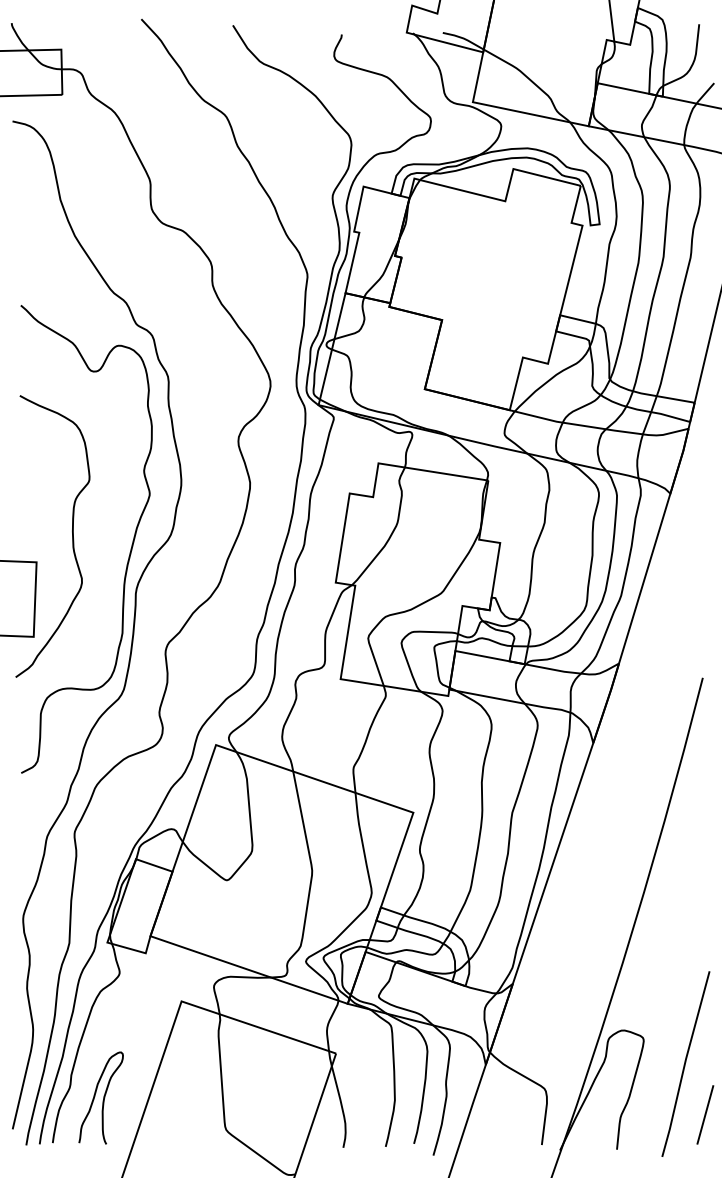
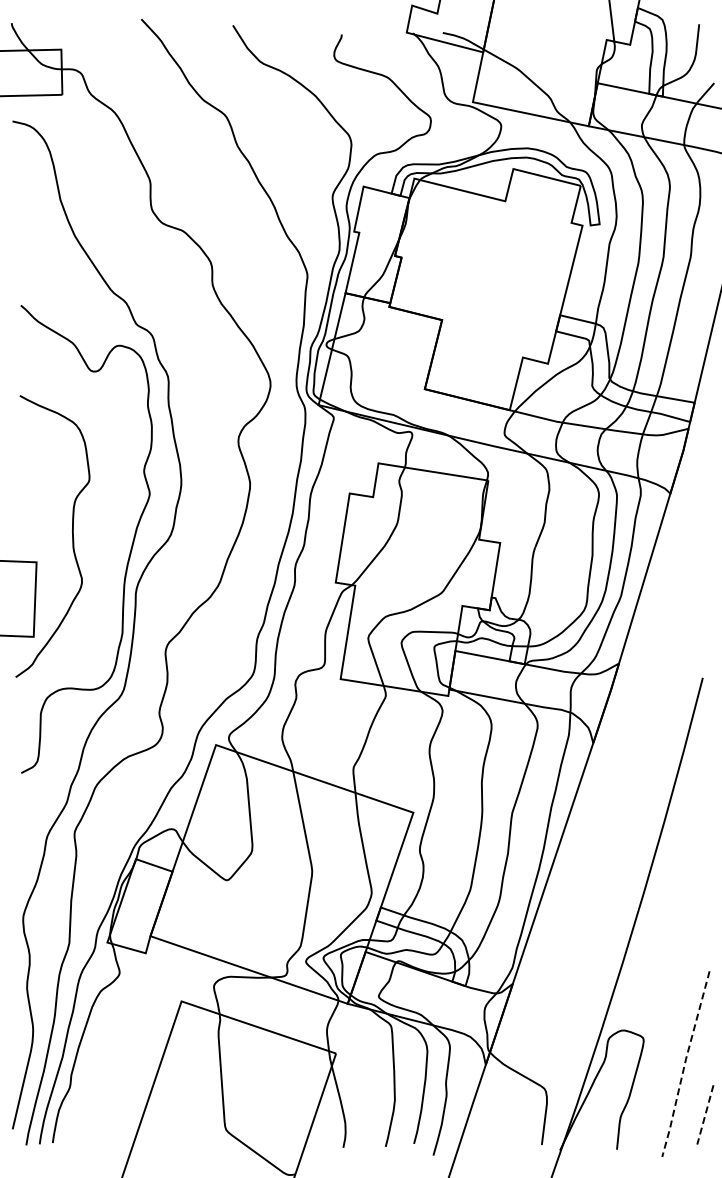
line at (684, 1064): solid -> dashed
curve at (103, 1097): present -> none
line at (705, 1114): solid -> dashed
